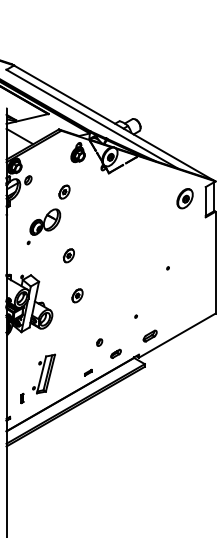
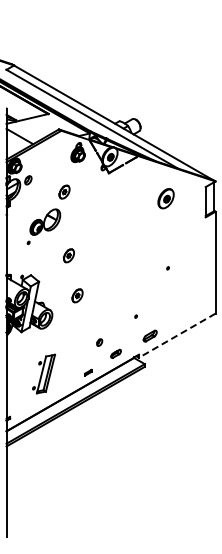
part at (184, 198) position: (184, 198) -> (165, 198)
line at (176, 335): solid -> dashed
part at (22, 398): present -> none
